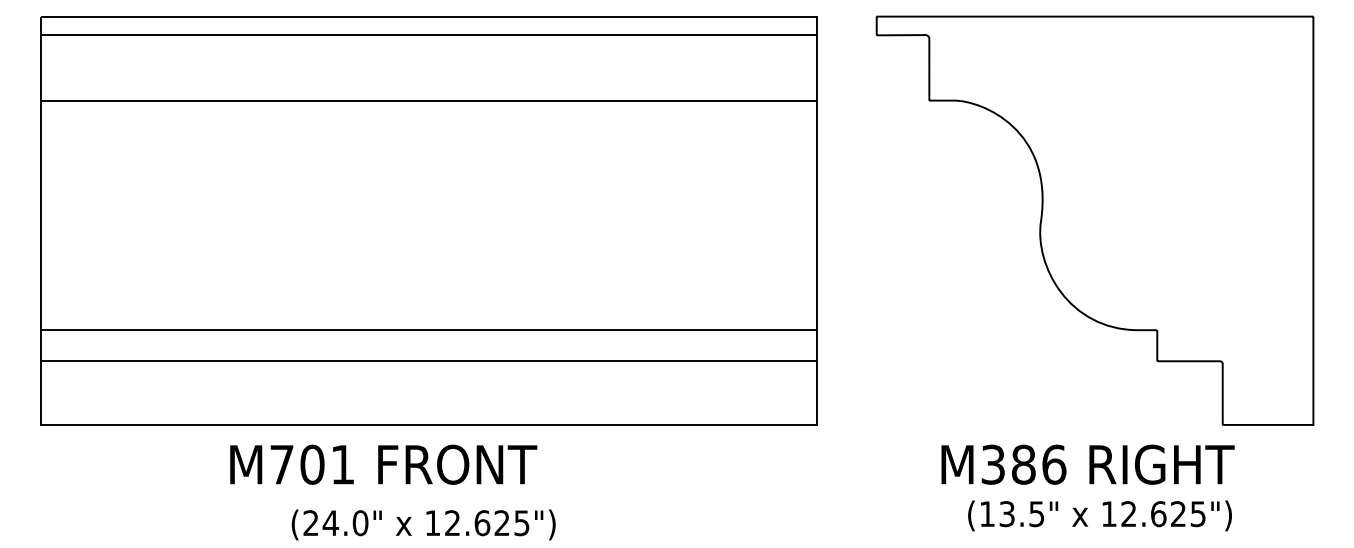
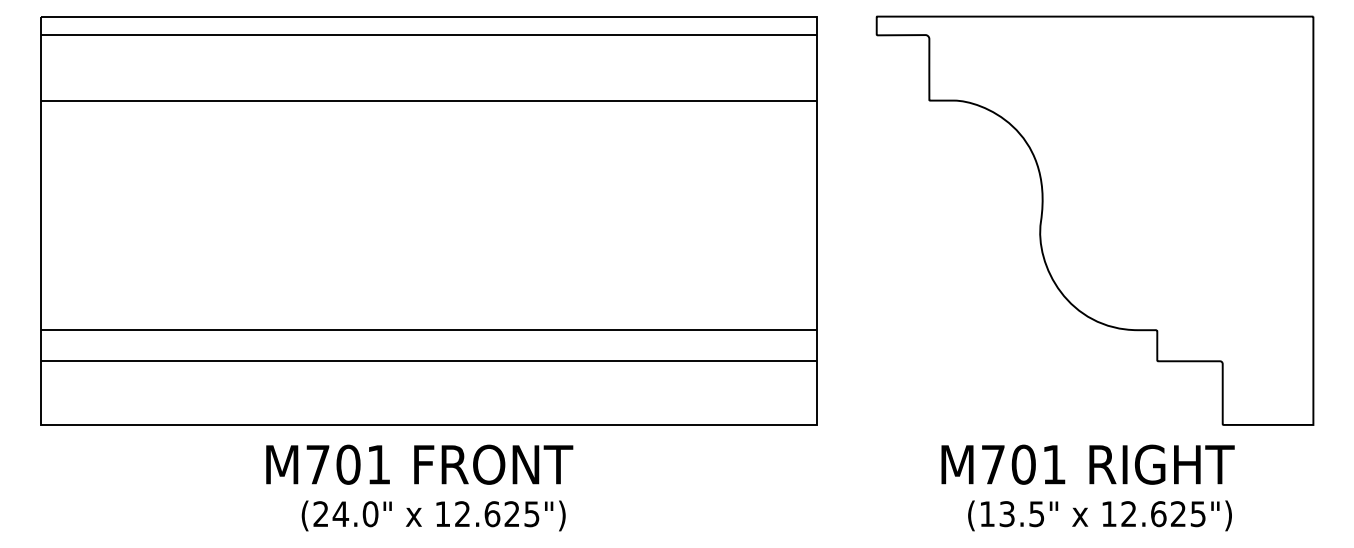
text at (383, 464) position: (383, 464) -> (419, 464)
text at (1023, 464): M386 -> M701
text at (423, 524) position: (423, 524) -> (433, 515)
